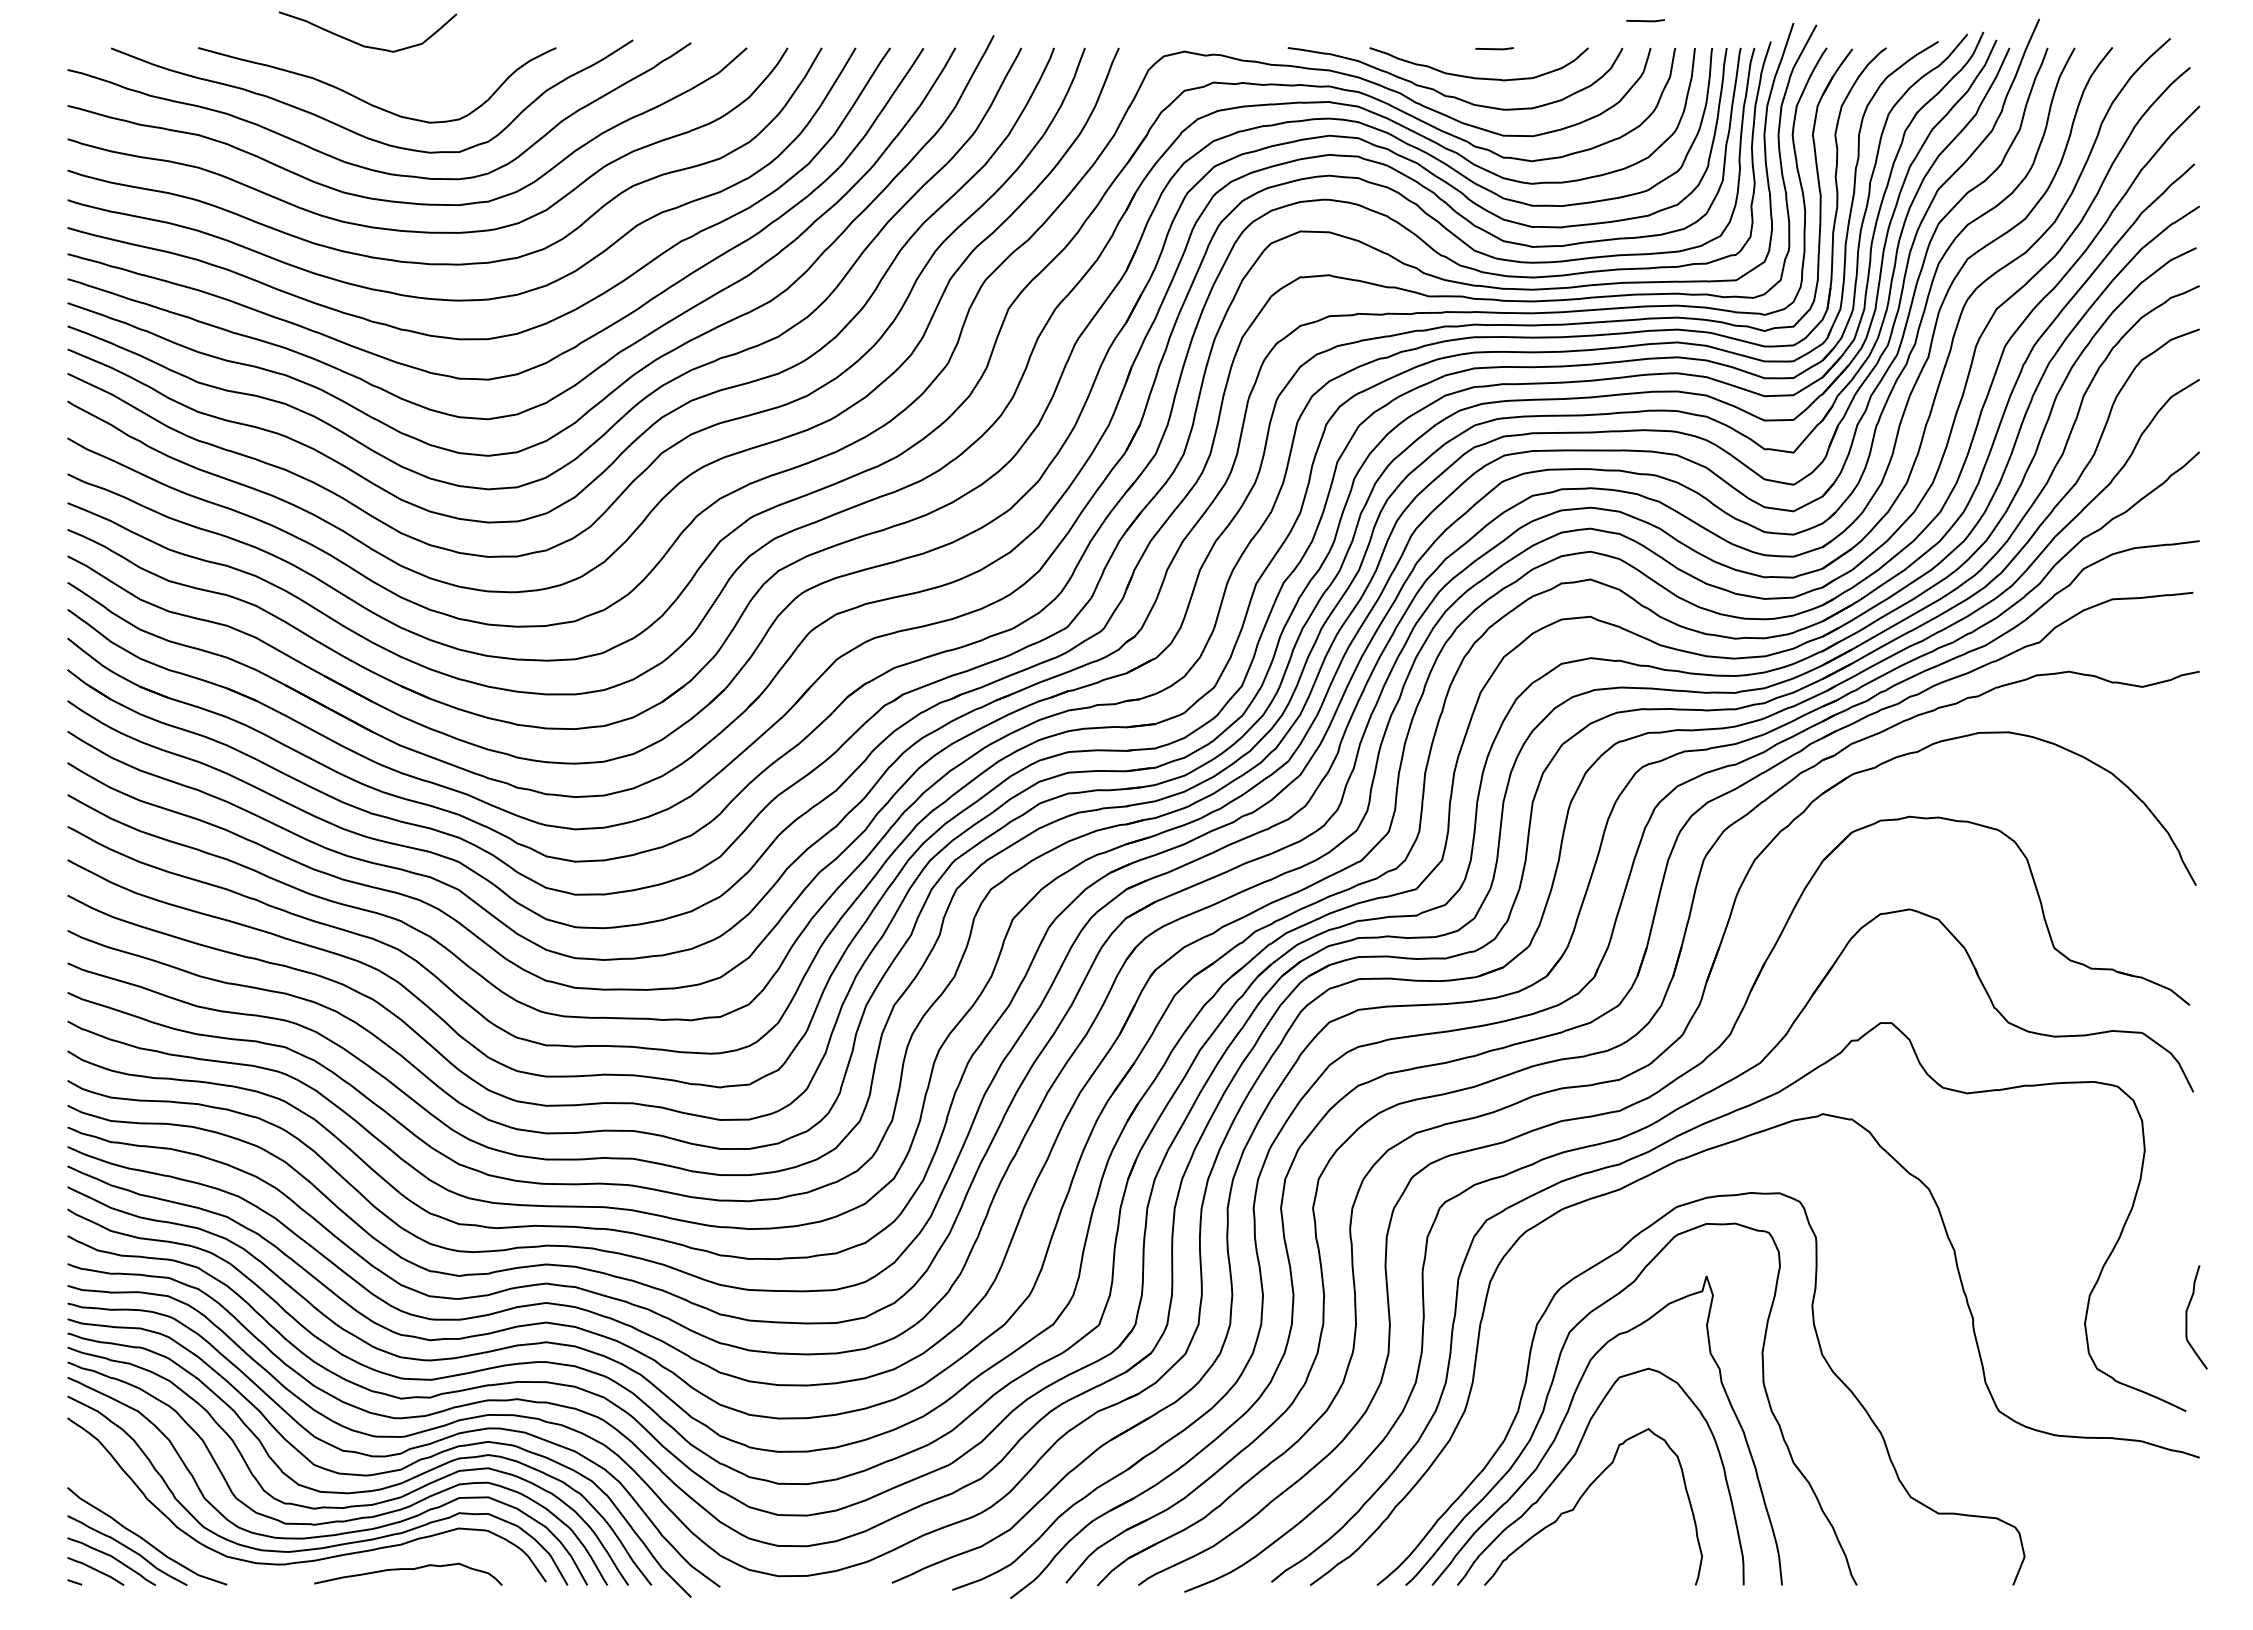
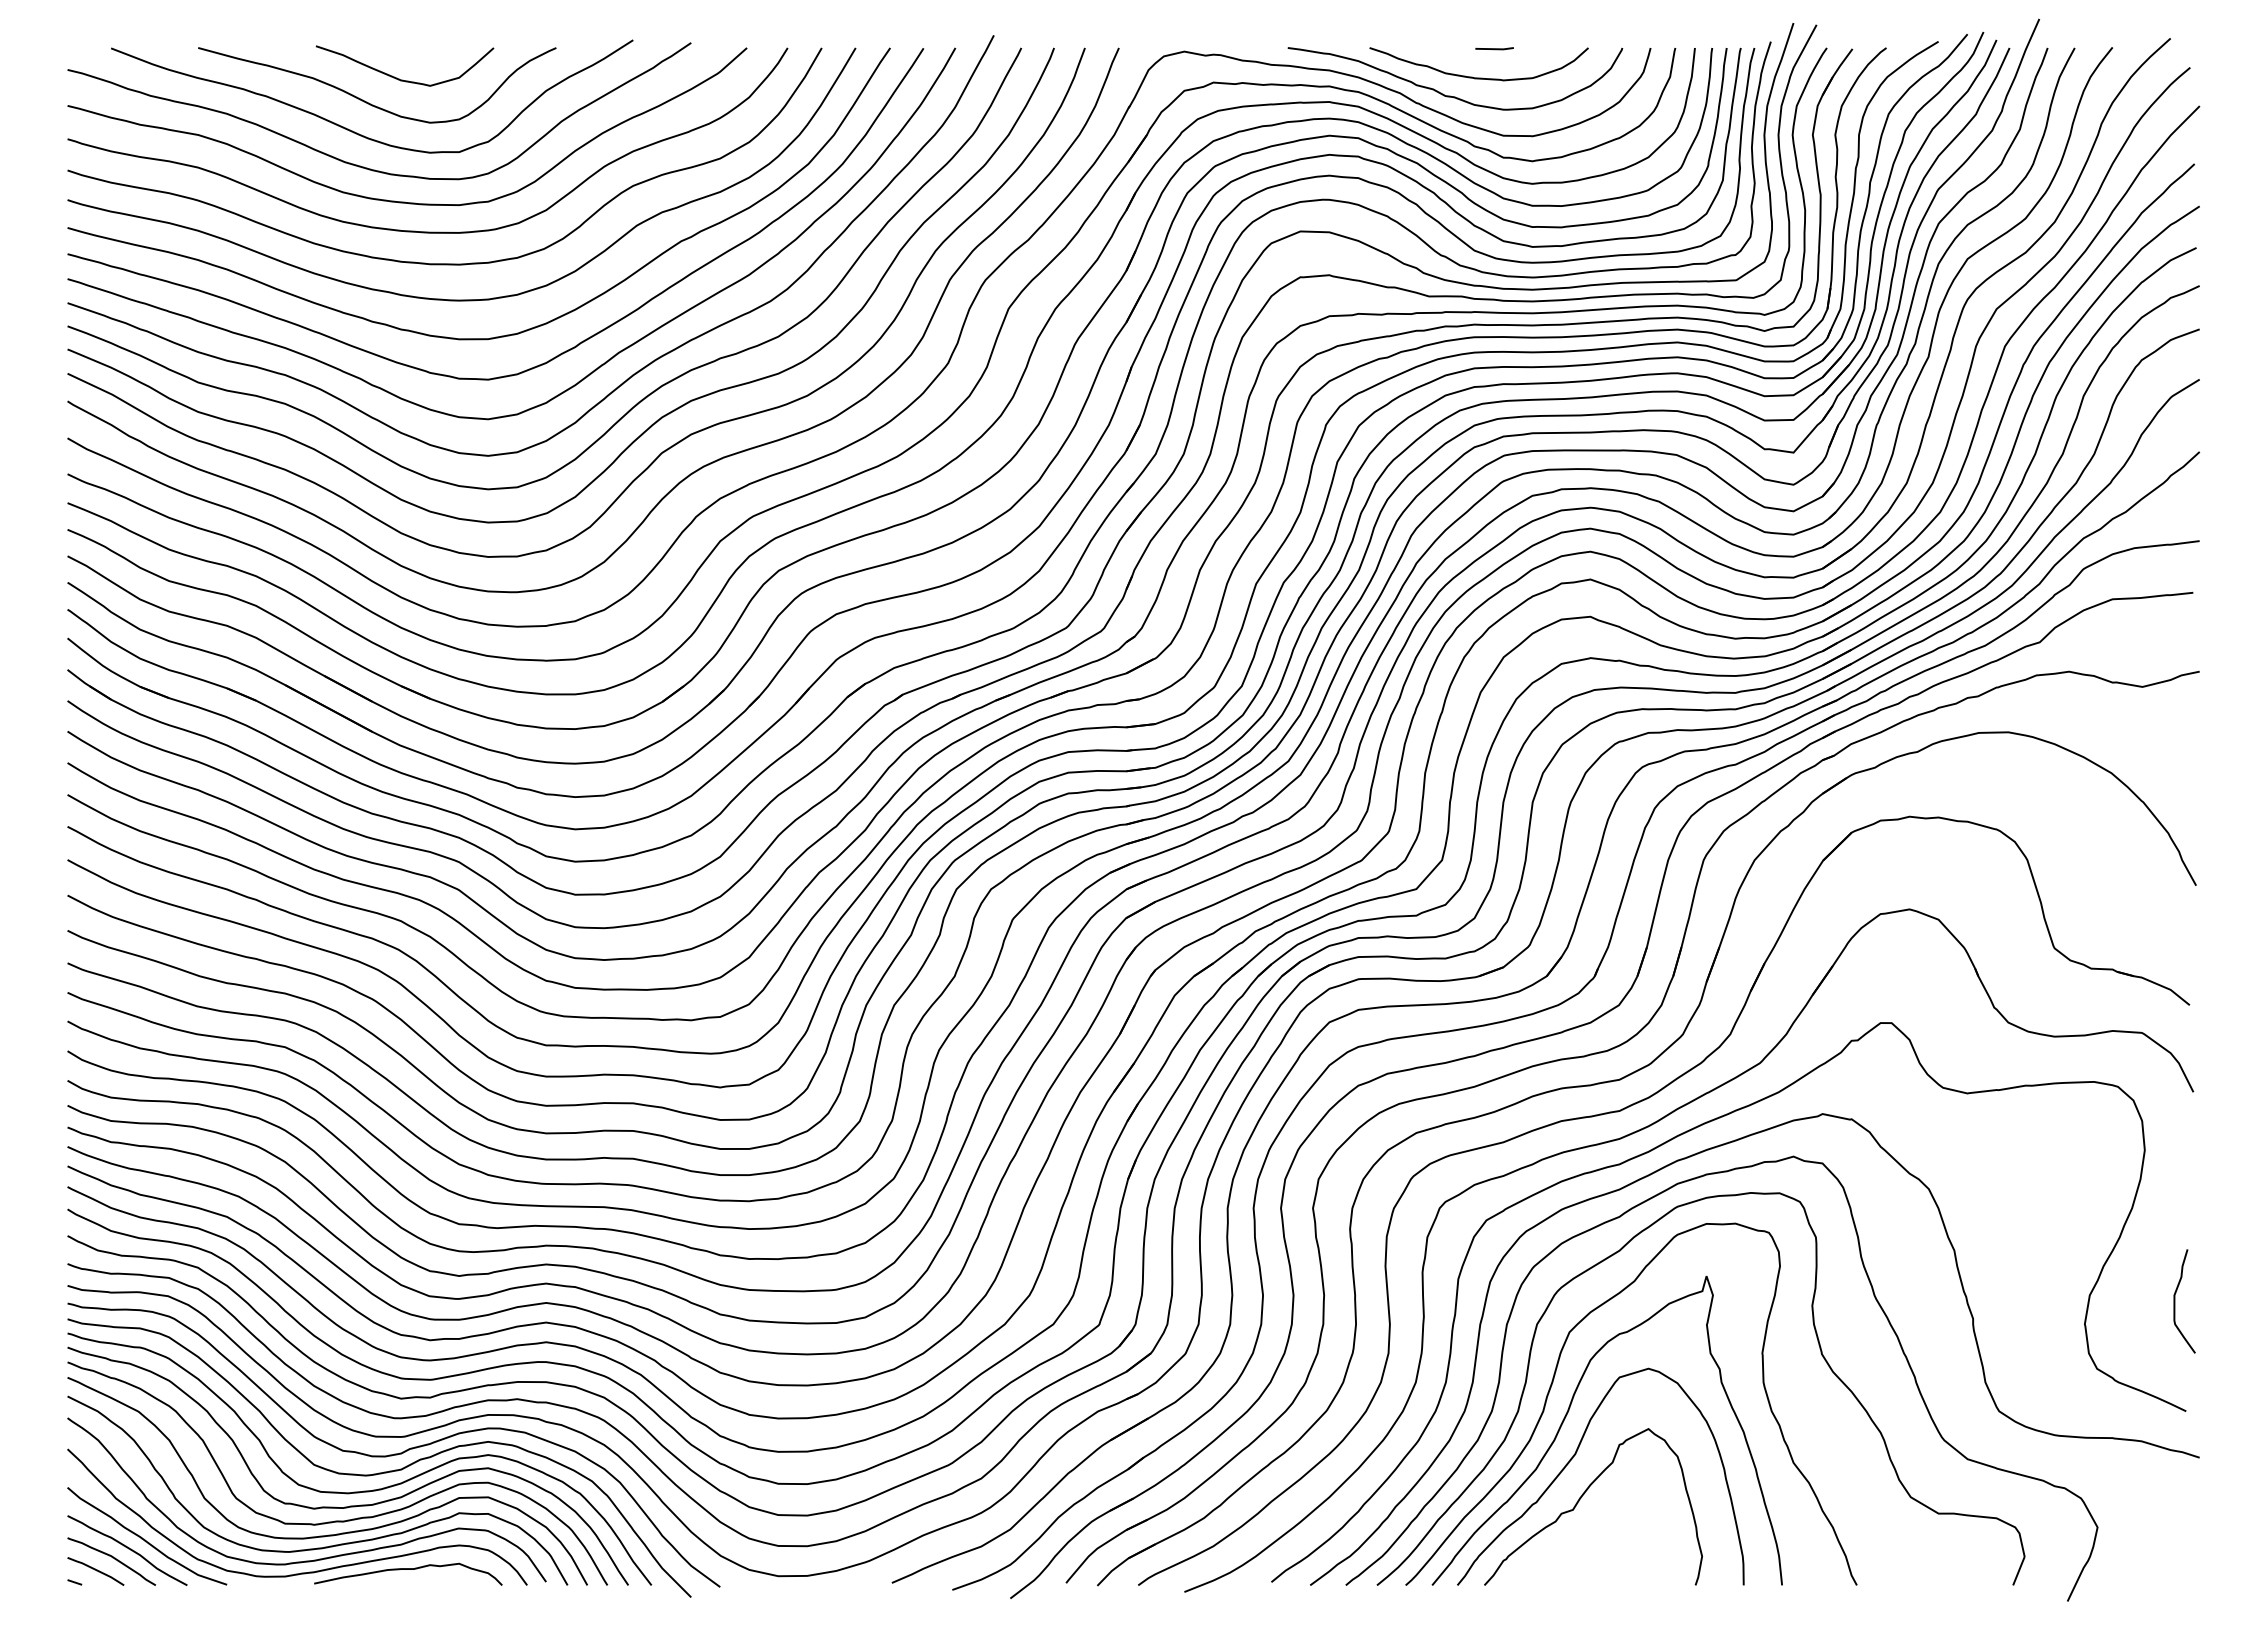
line at (1645, 20): present -> none
curve at (360, 43) position: (360, 43) -> (397, 77)
curve at (1876, 1301): none -> present
curve at (2187, 1317) position: (2187, 1317) -> (2175, 1301)
curve at (301, 1572): none -> present
